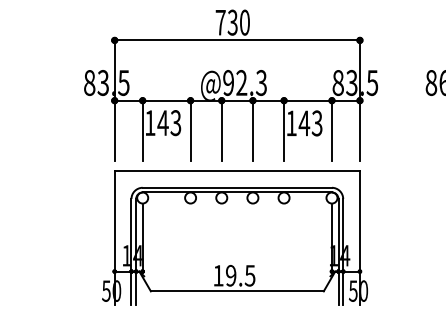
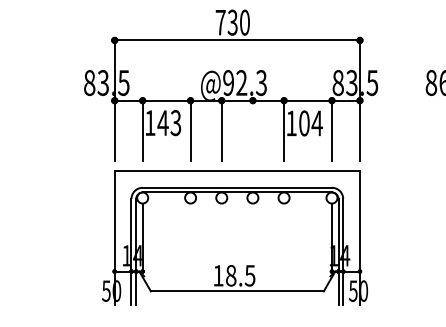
text at (310, 123): 143 -> 104
line at (252, 130): present -> none
text at (231, 275): 19.5 -> 18.5
